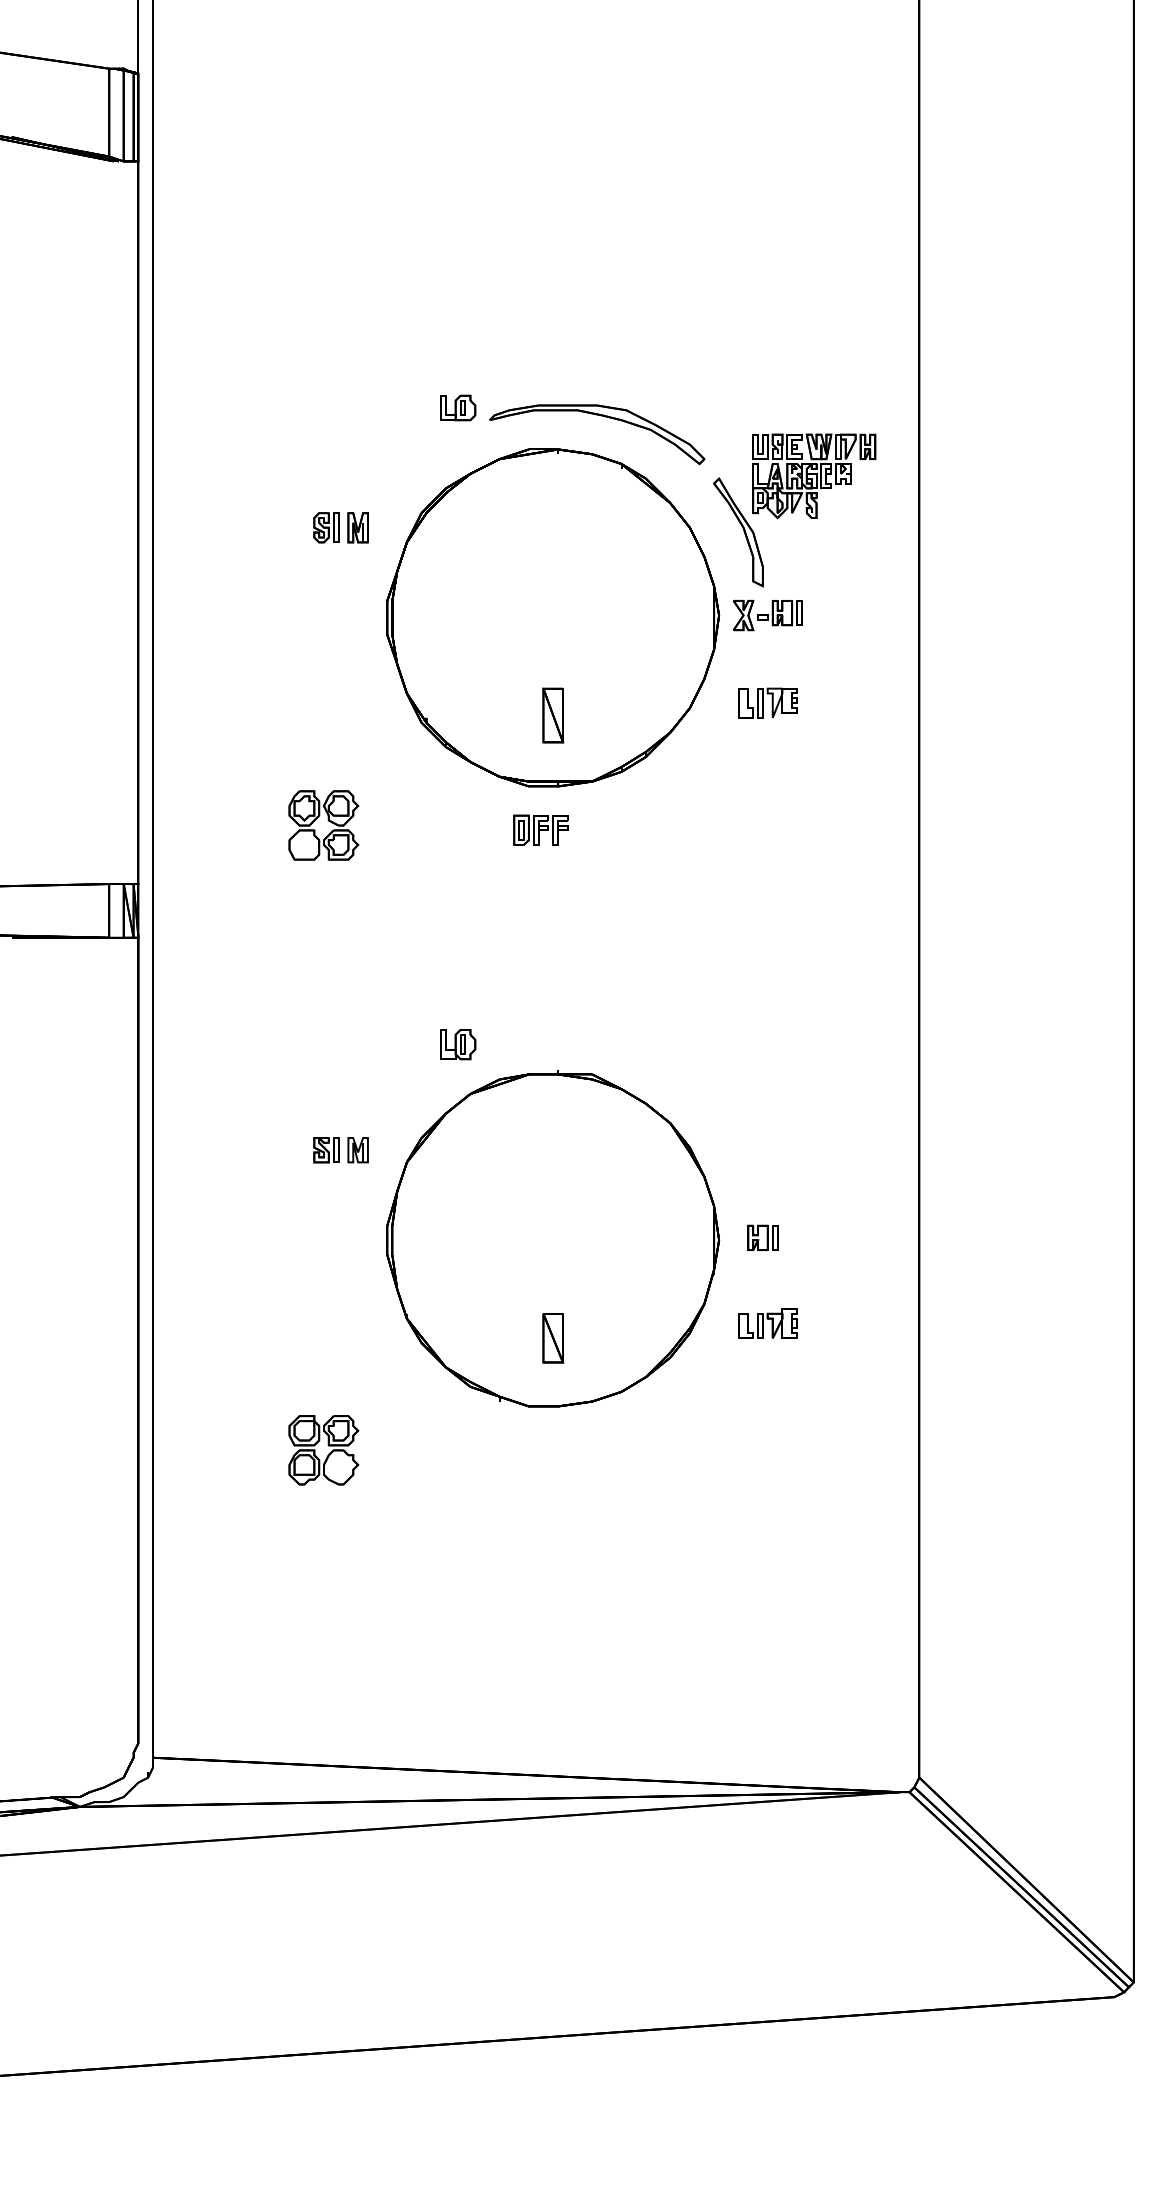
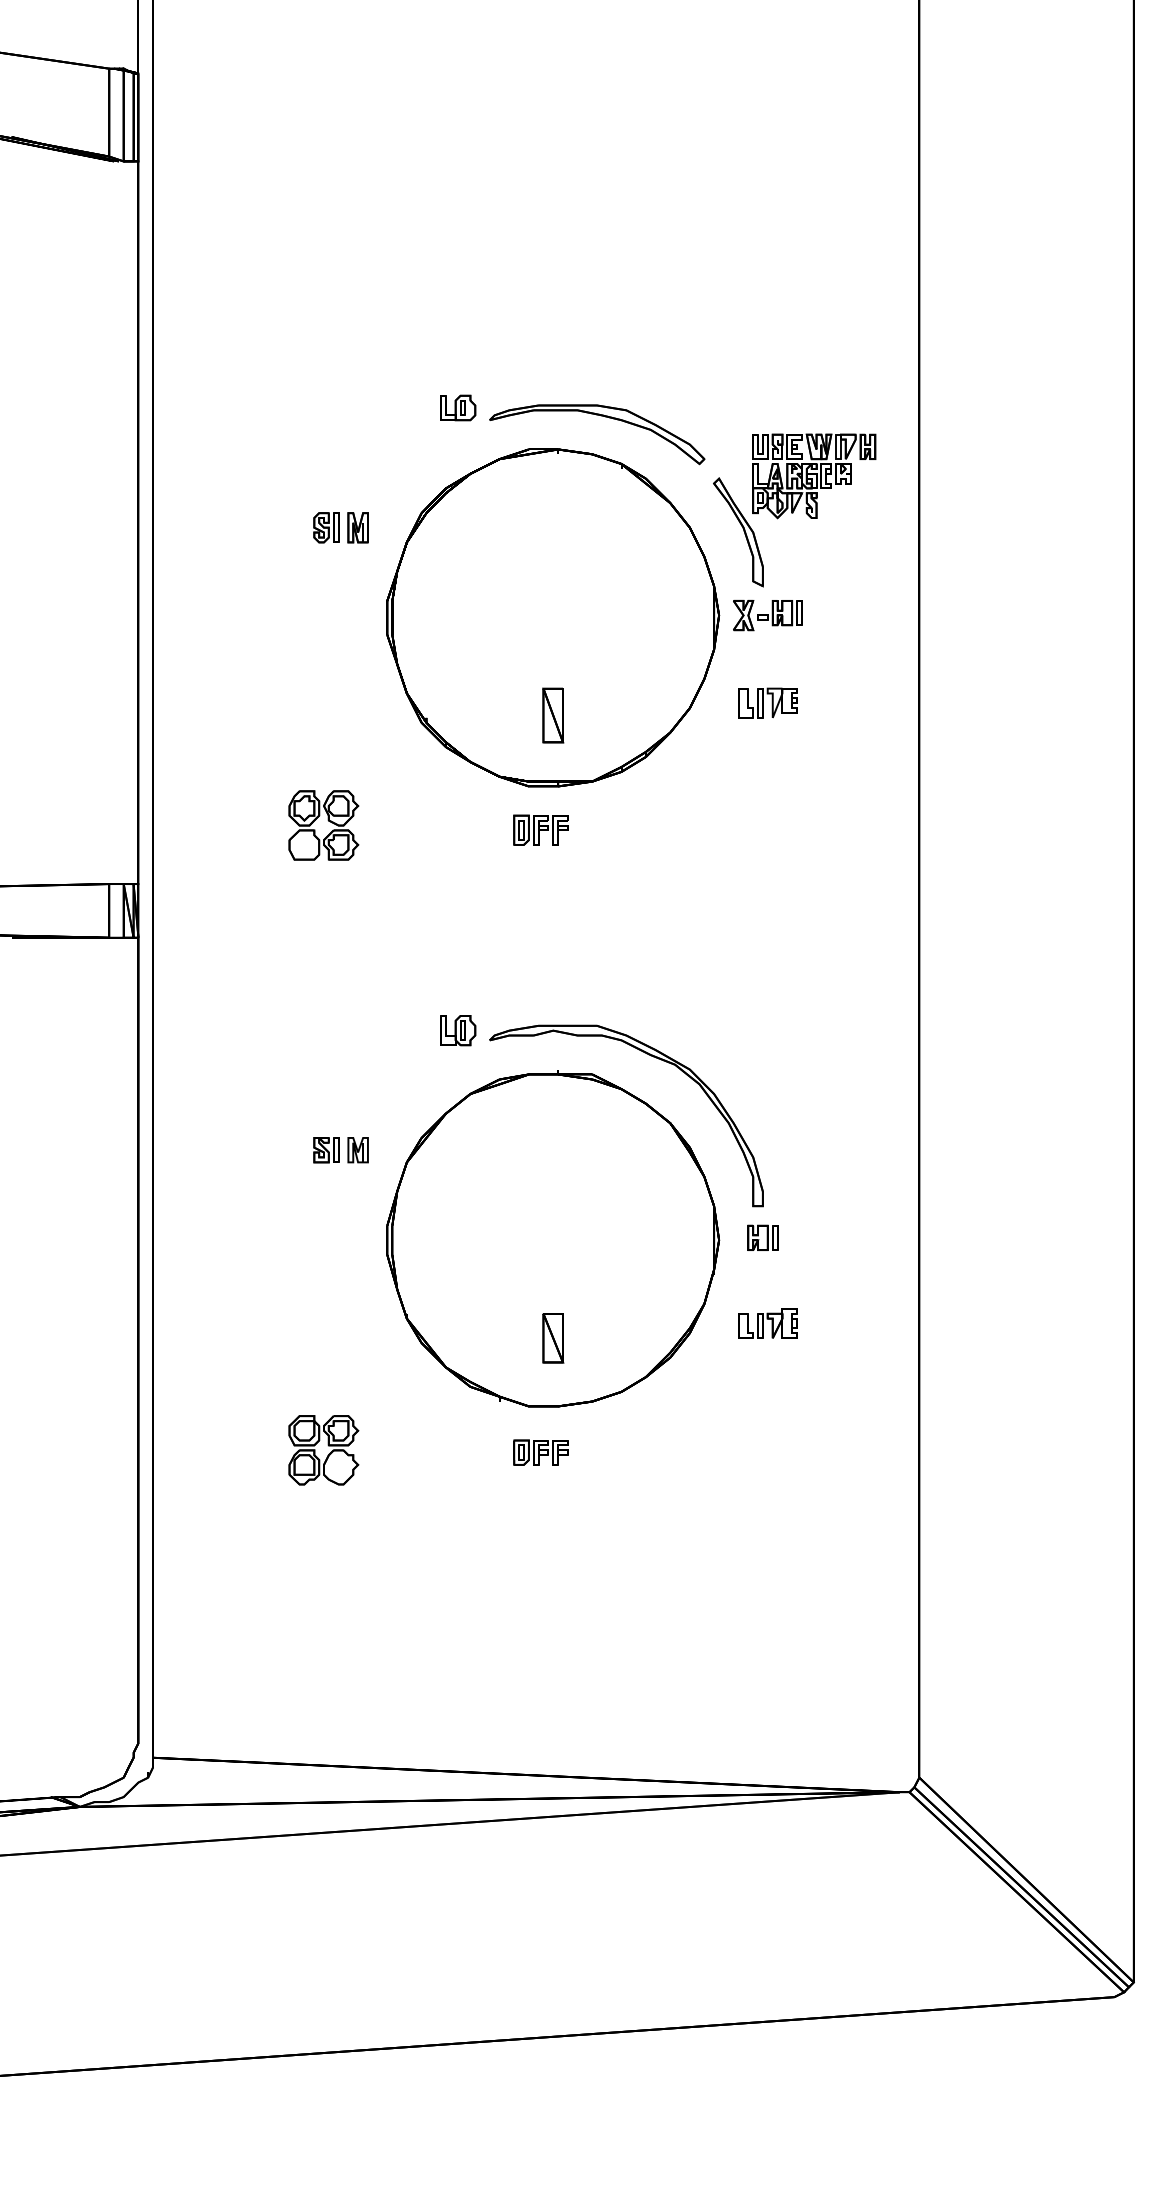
part at (458, 1044) position: (458, 1044) -> (458, 1030)
part at (648, 1055): none -> present
part at (540, 1452): none -> present
